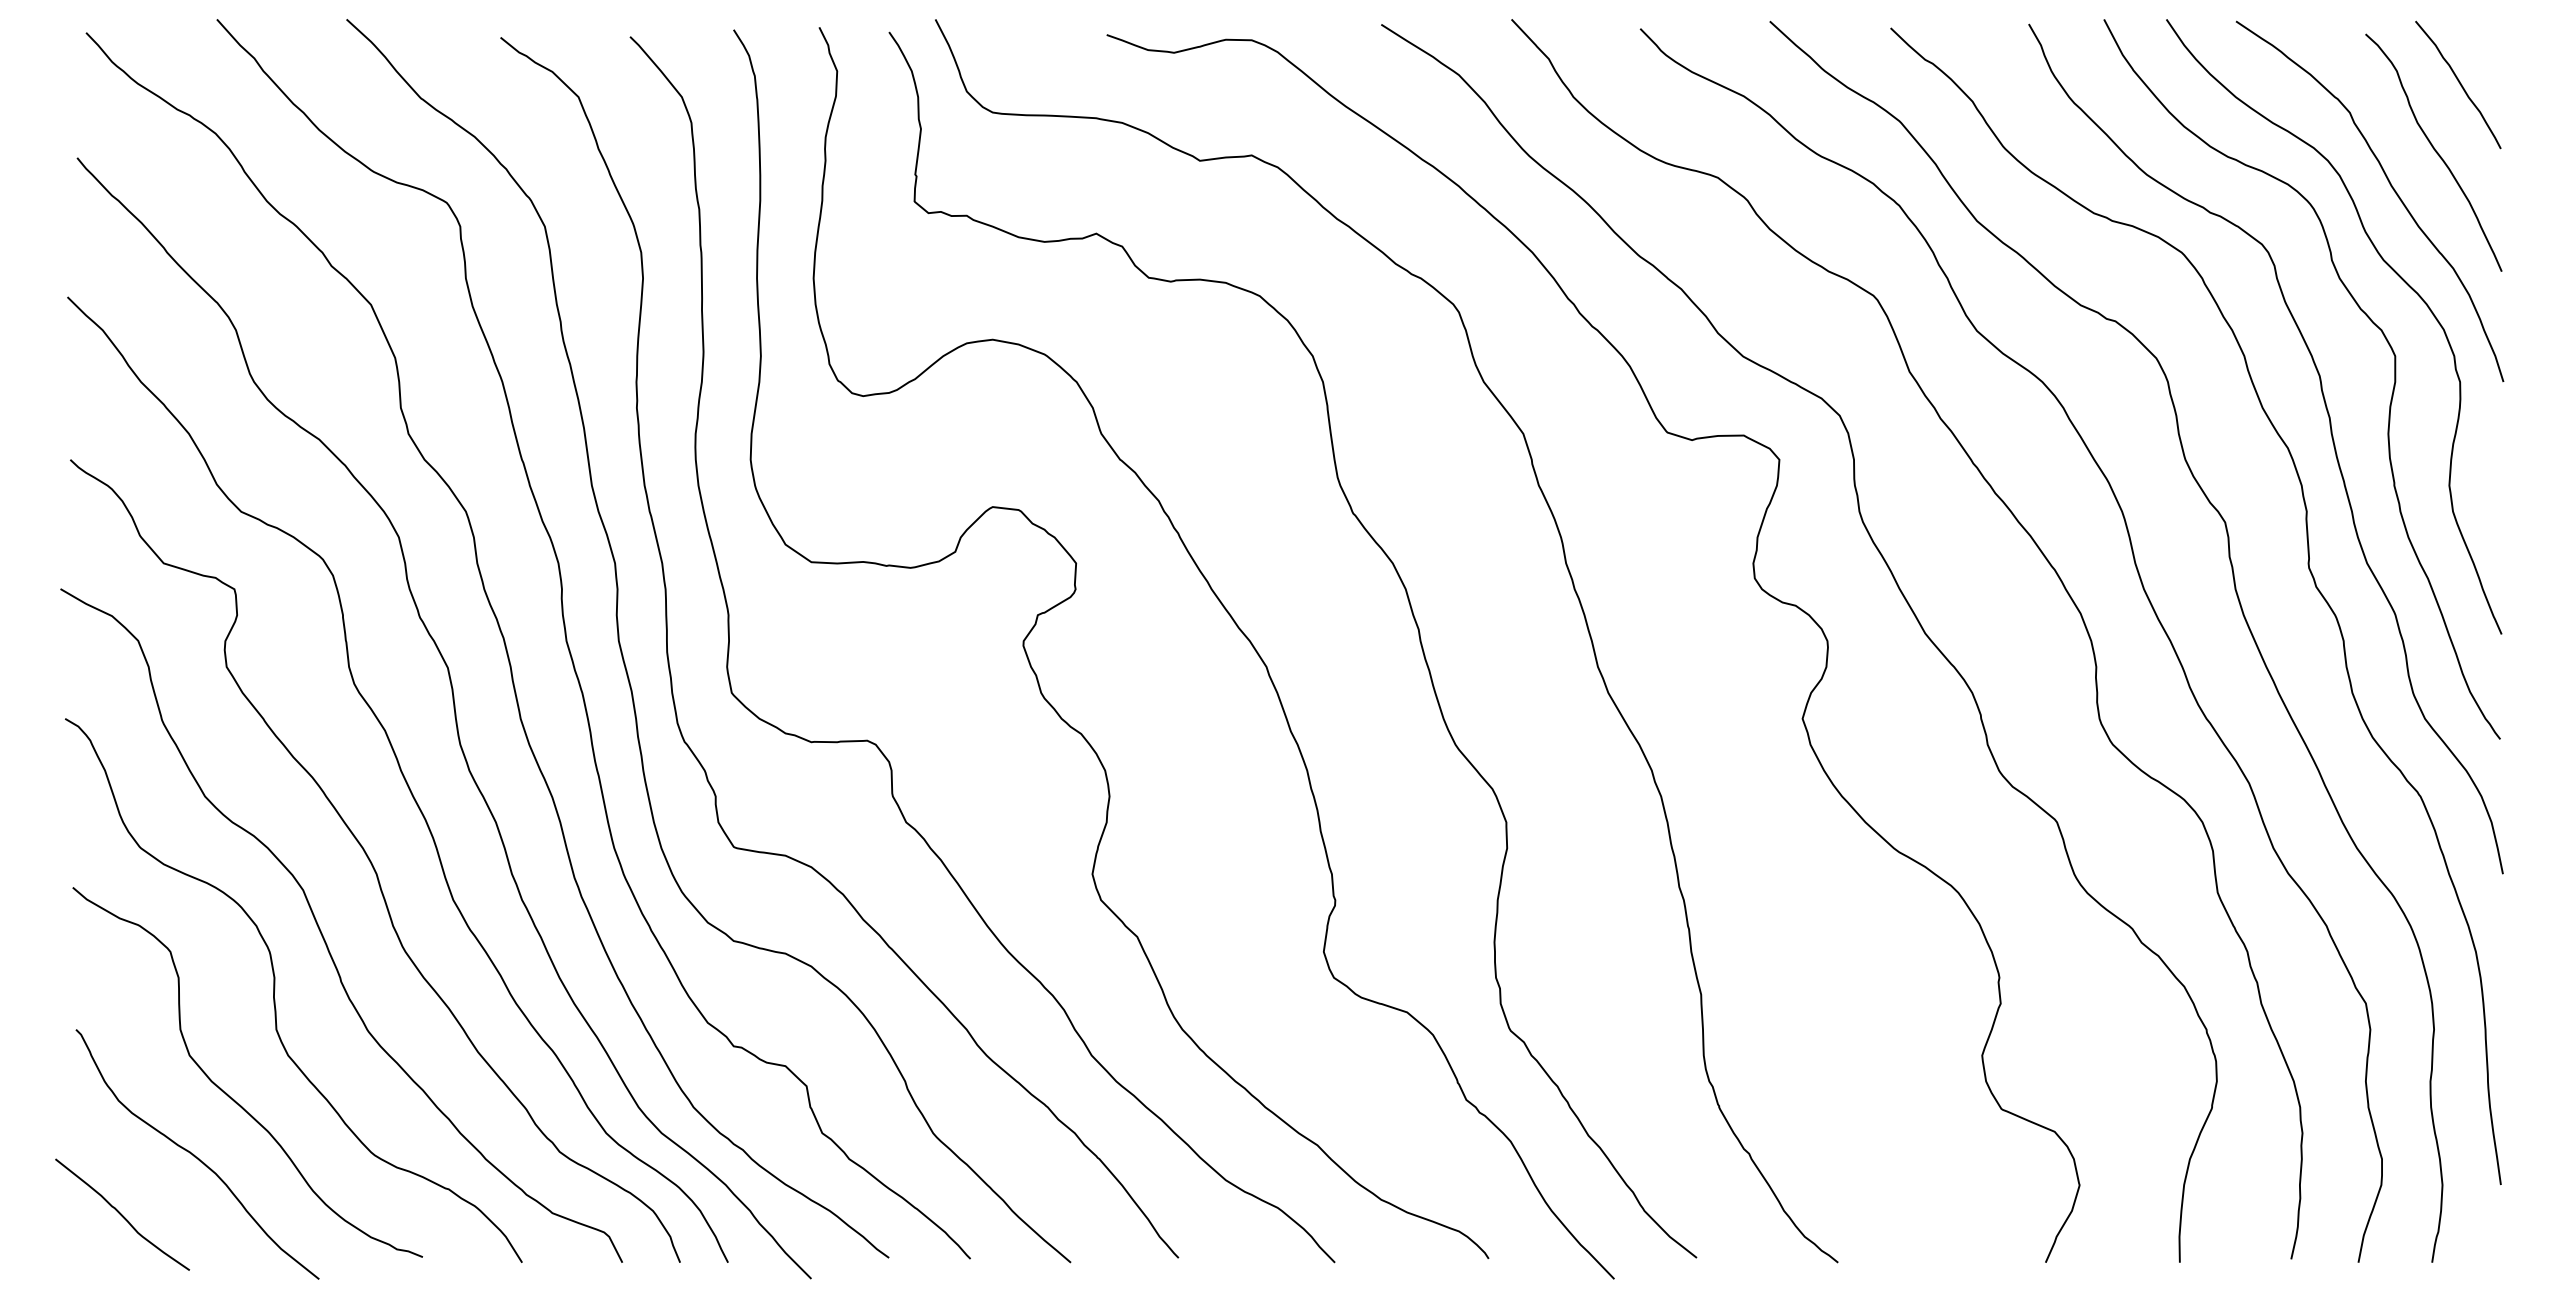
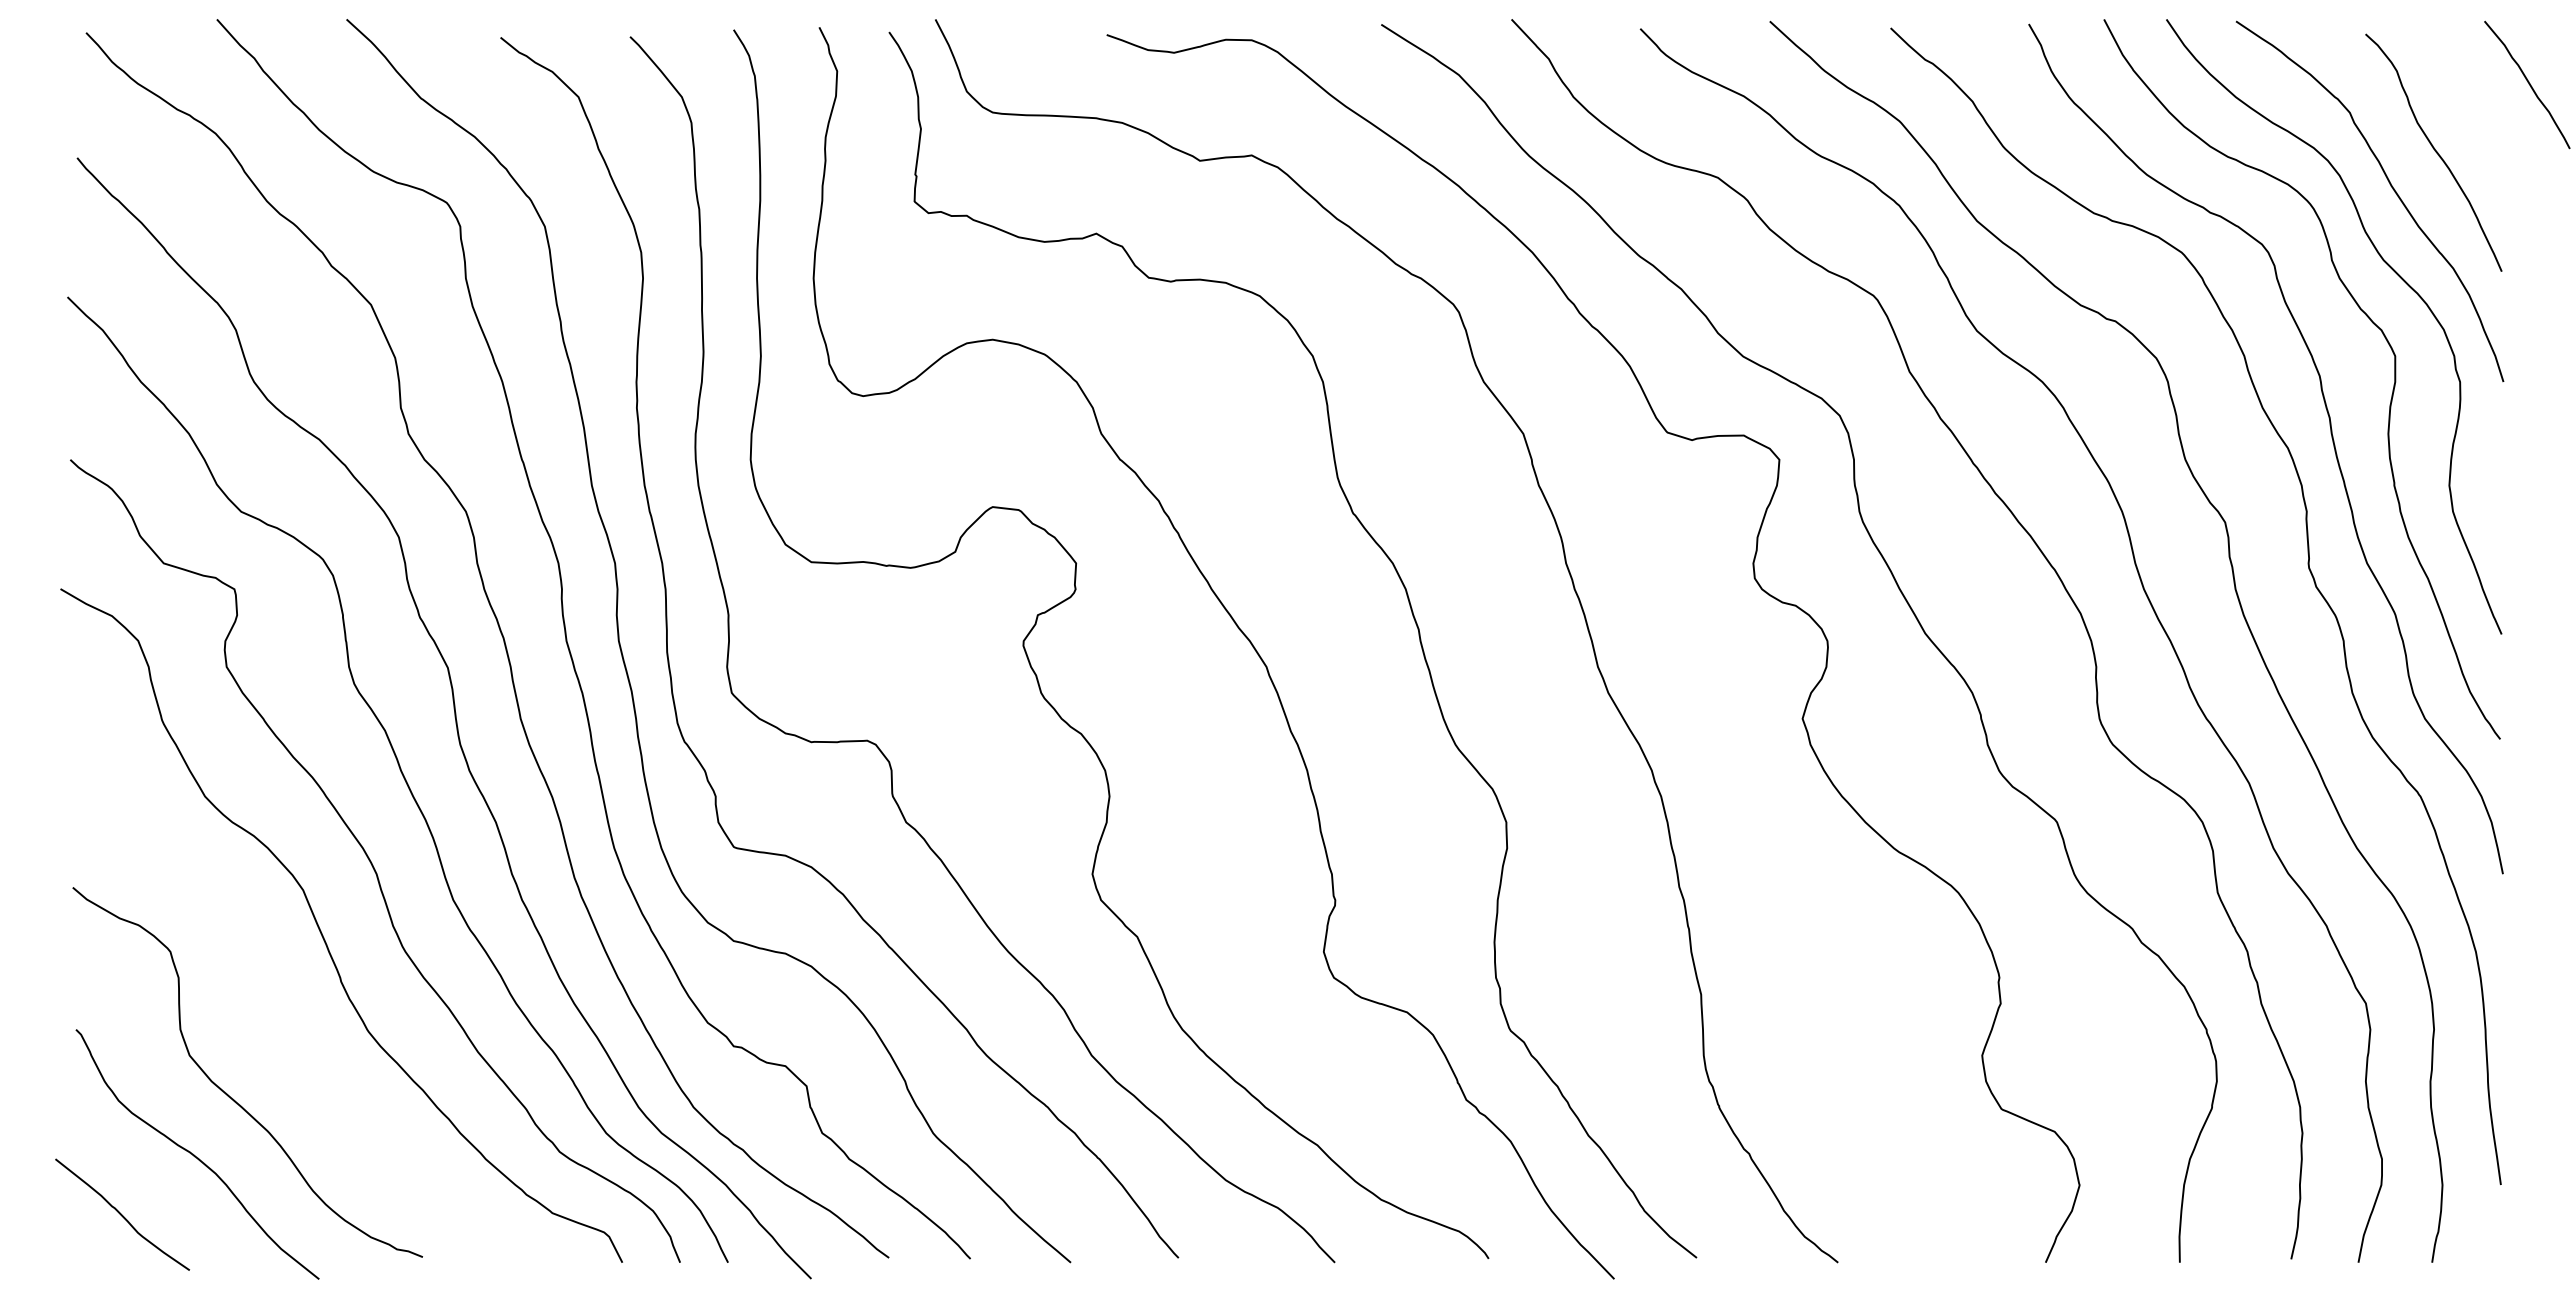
curve at (2459, 84) position: (2459, 84) -> (2528, 84)
curve at (275, 989): present -> none
